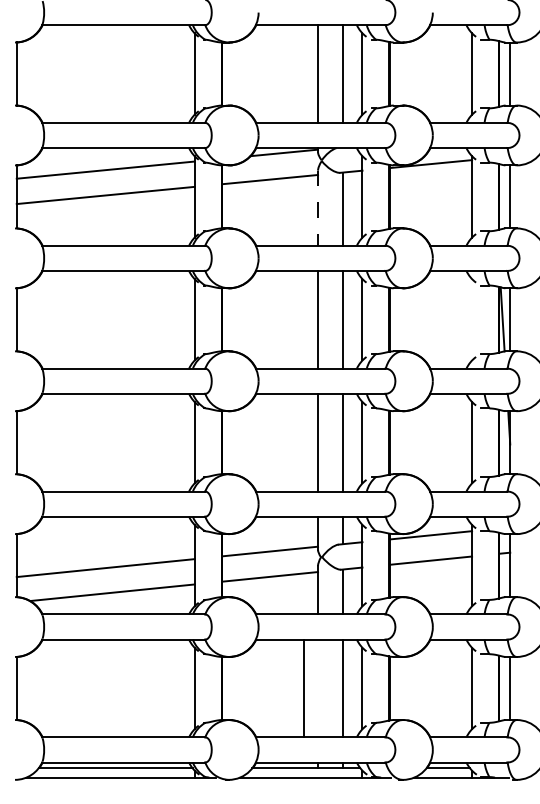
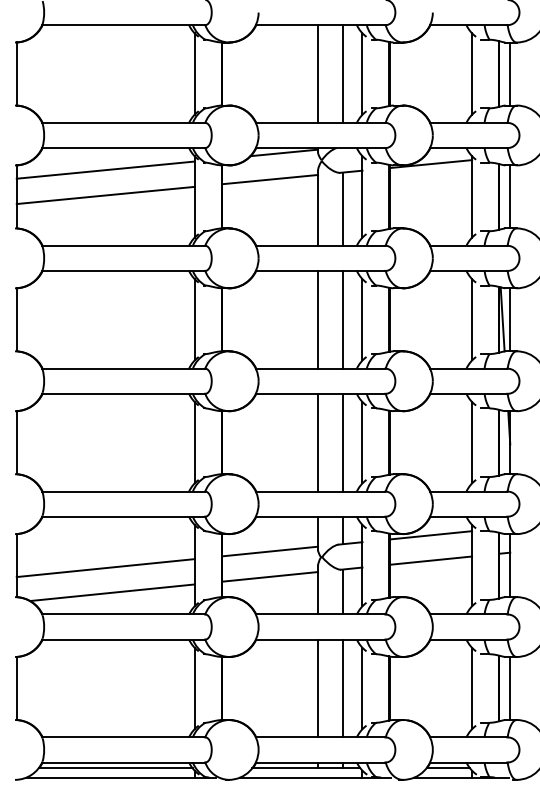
line at (318, 208): dashed -> solid
line at (472, 319): none -> present
line at (304, 688) position: (304, 688) -> (318, 688)
